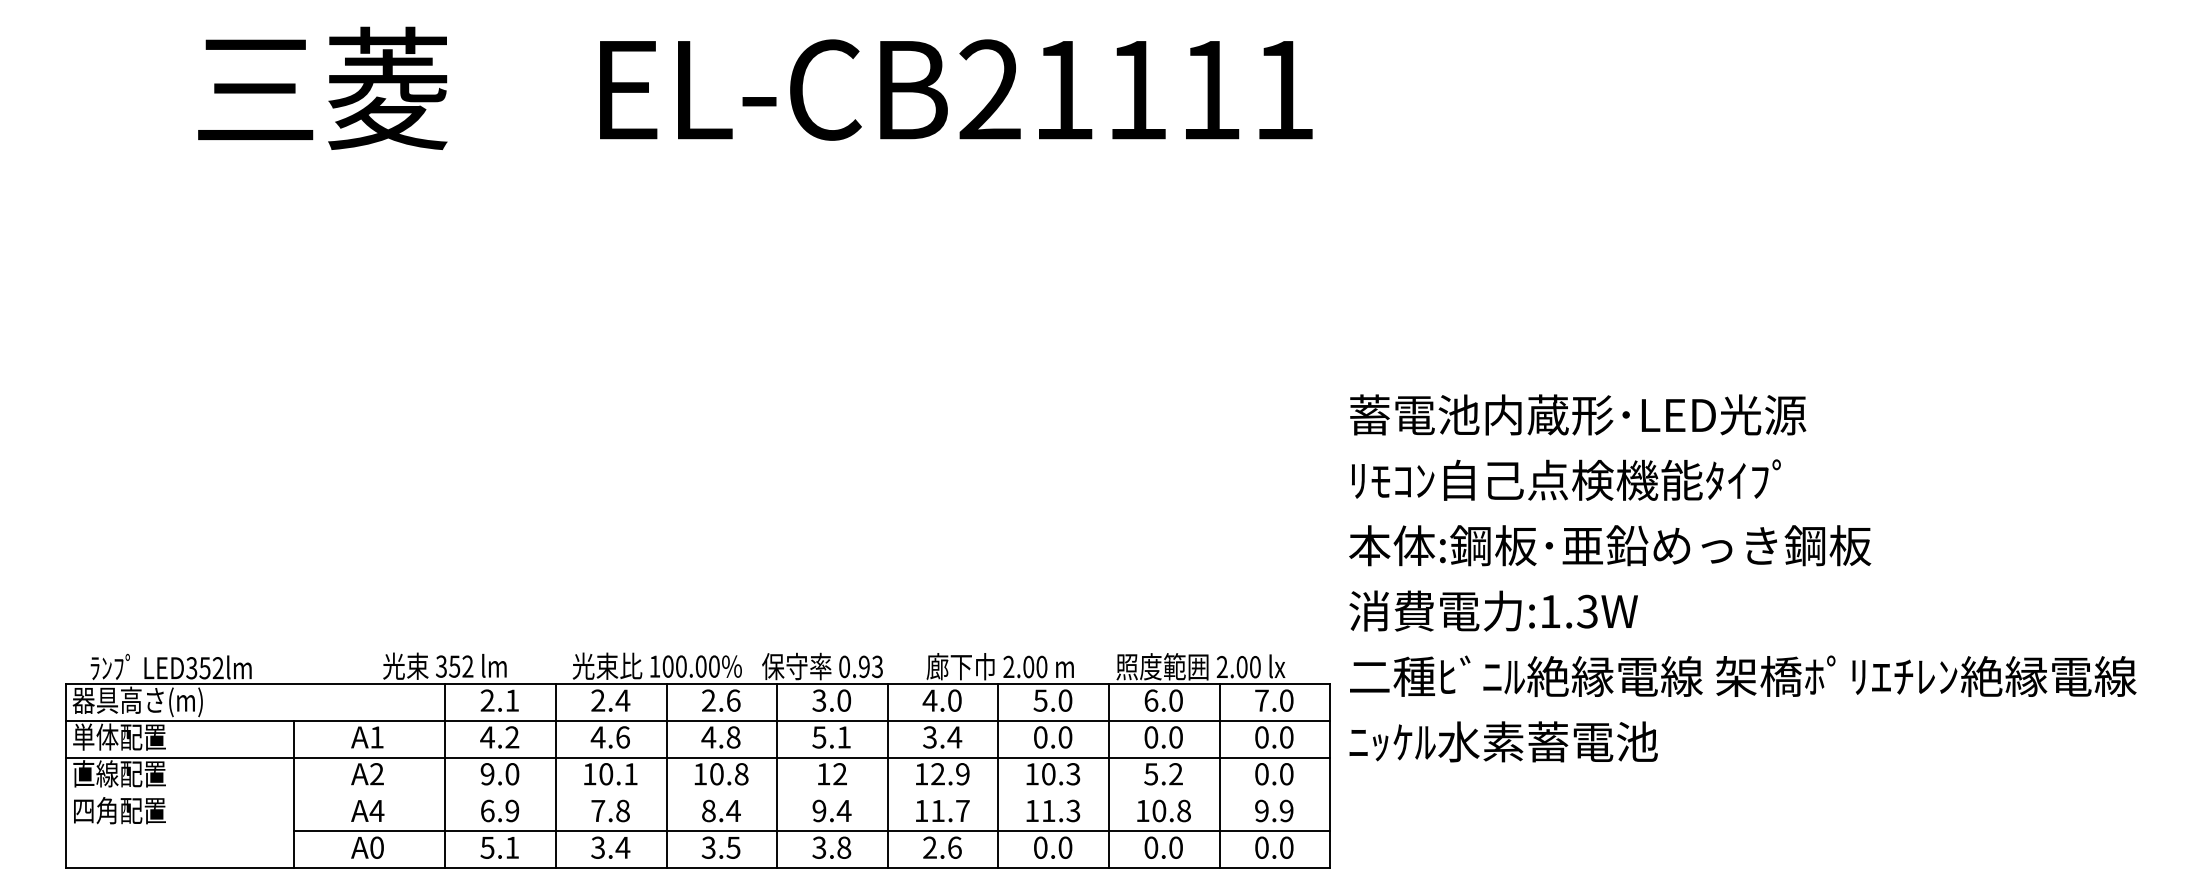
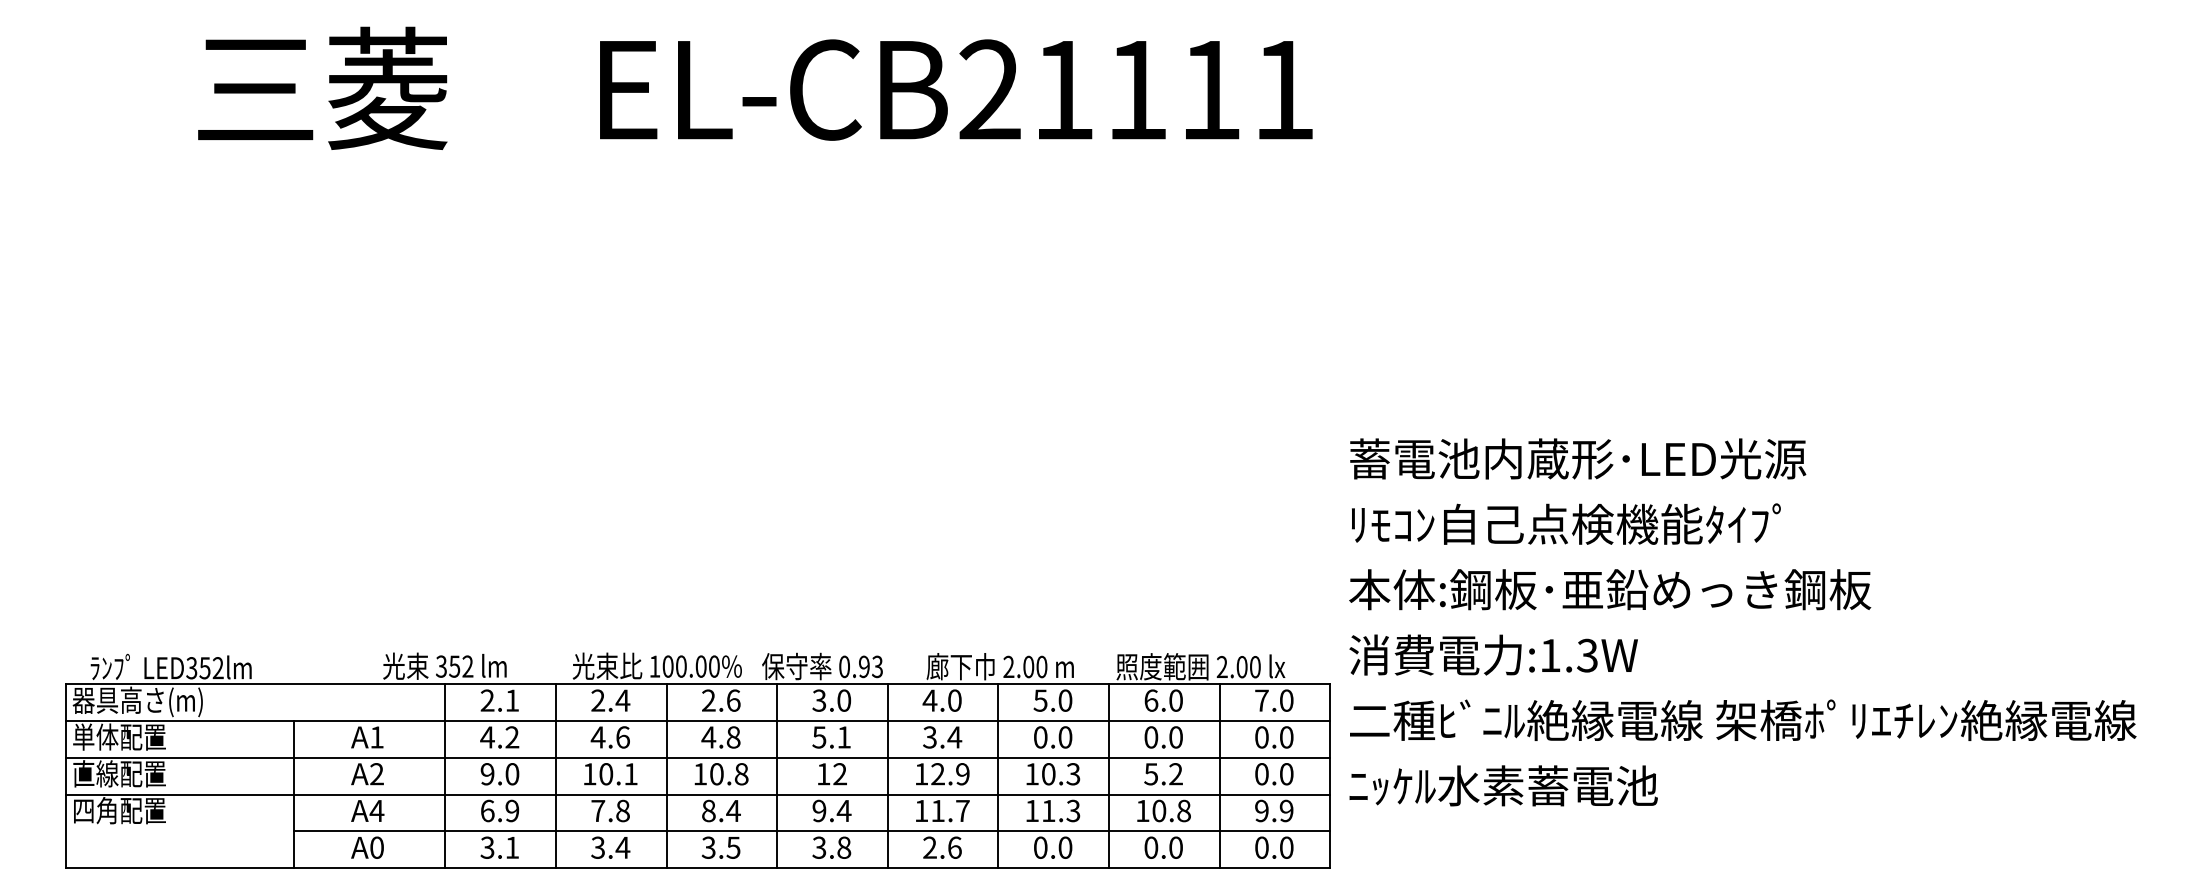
text at (1742, 578) position: (1742, 578) -> (1742, 622)
line at (698, 794): none -> present
text at (487, 847): 5.1 -> 3.1
